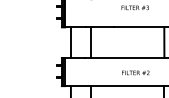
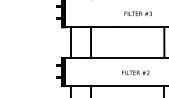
text at (134, 7) position: (134, 7) -> (137, 13)
